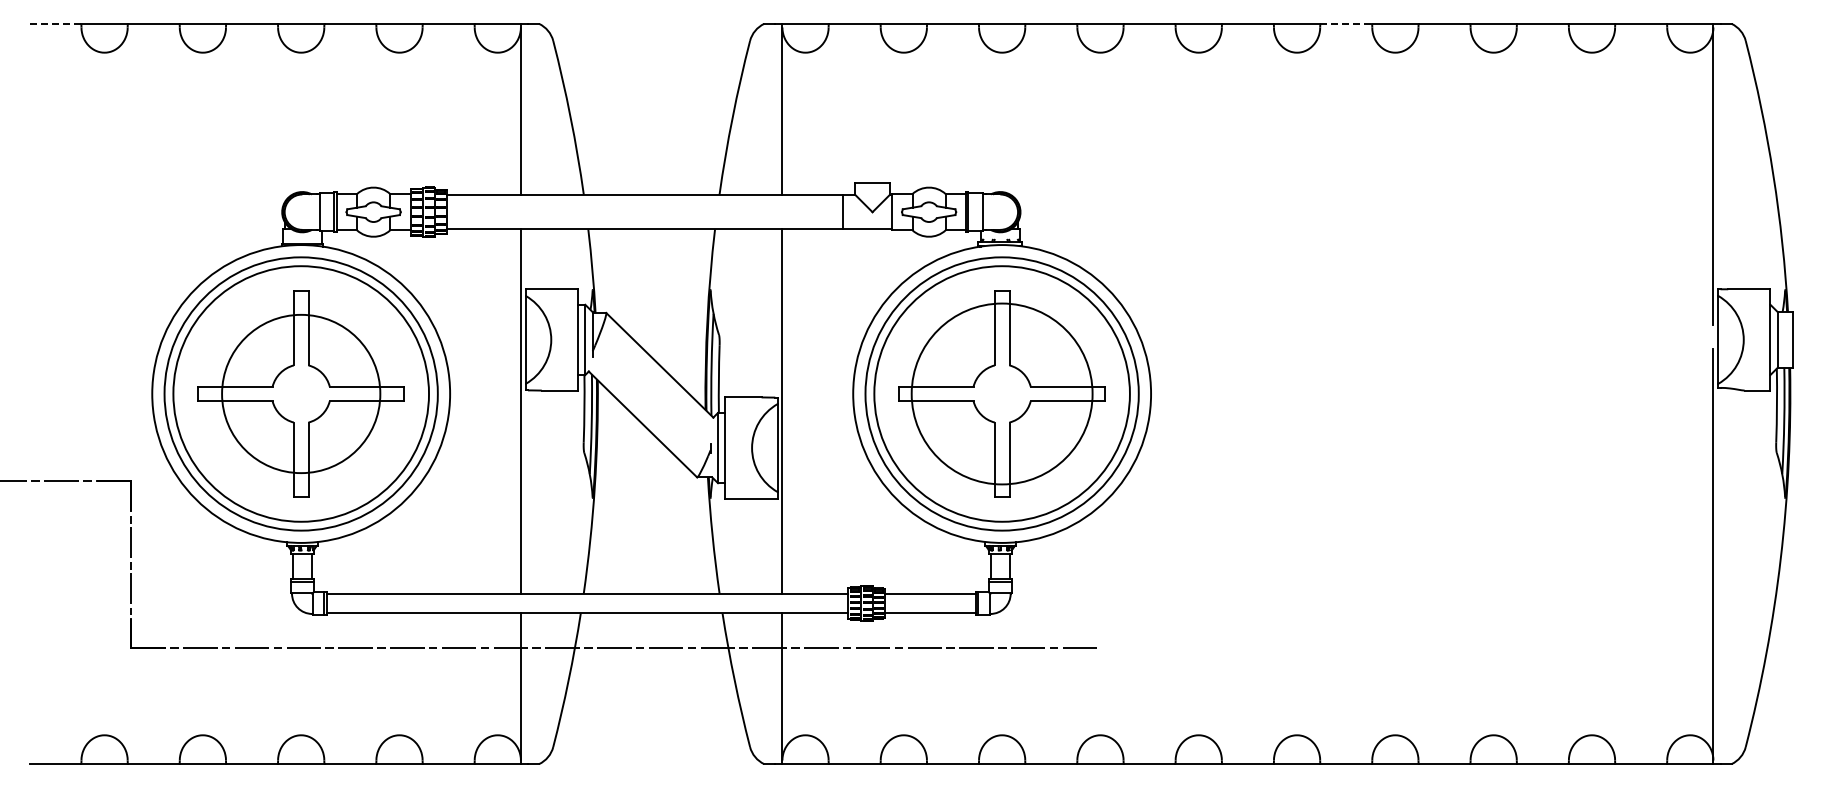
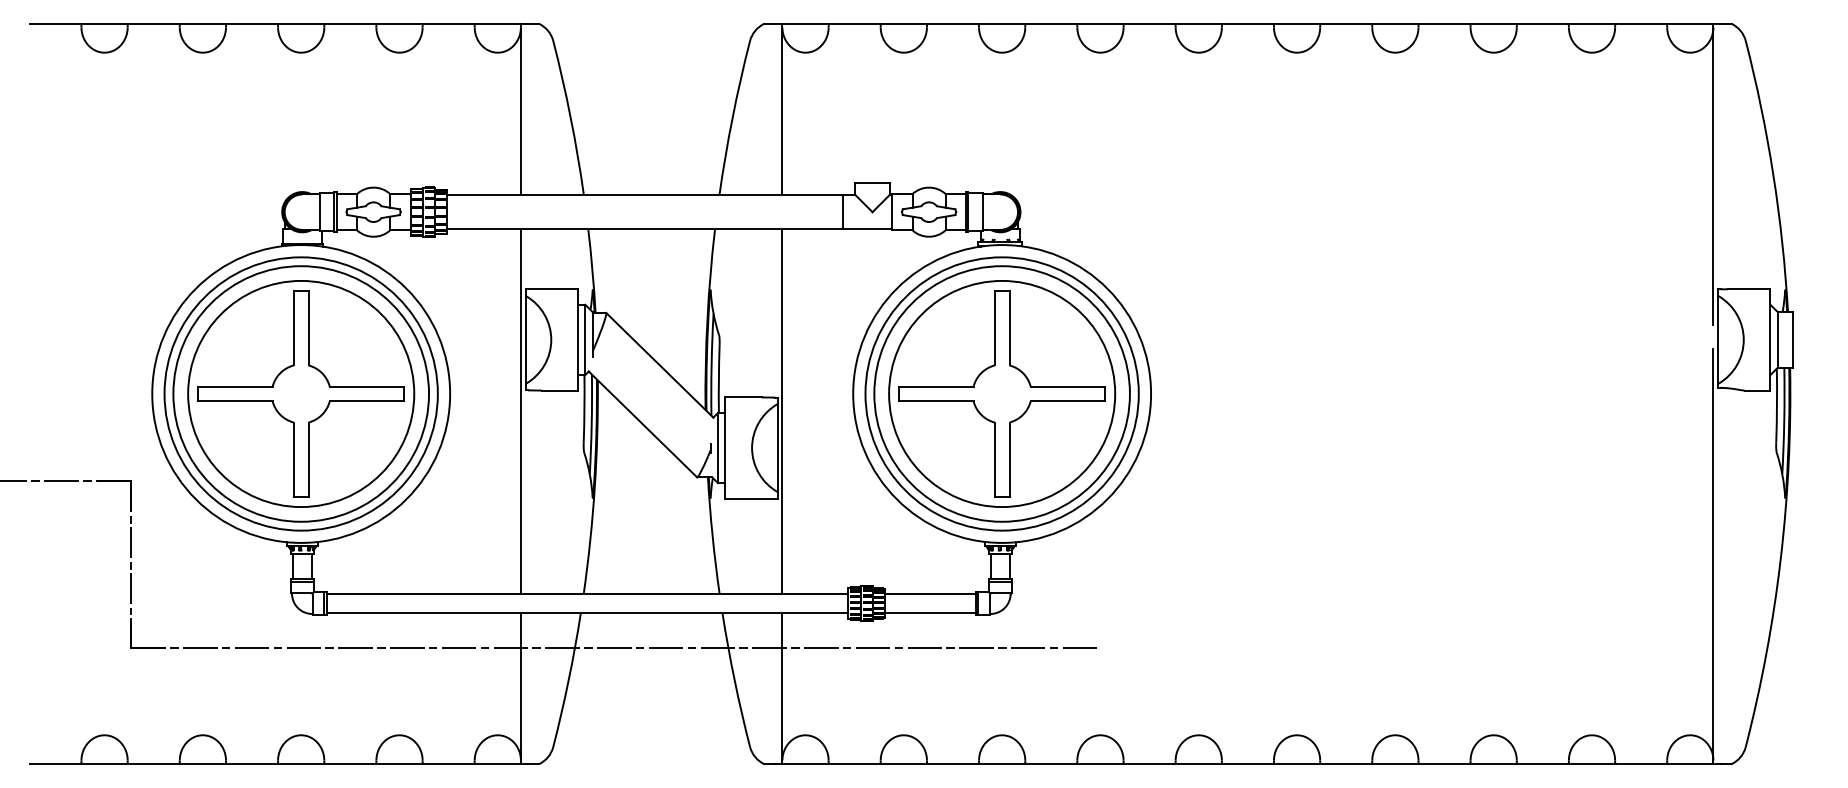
line at (55, 23): dashed -> solid
line at (1346, 23): dashed -> solid
circle at (301, 393) diameter: 158 px -> 226 px
circle at (1001, 393) diameter: 181 px -> 226 px
